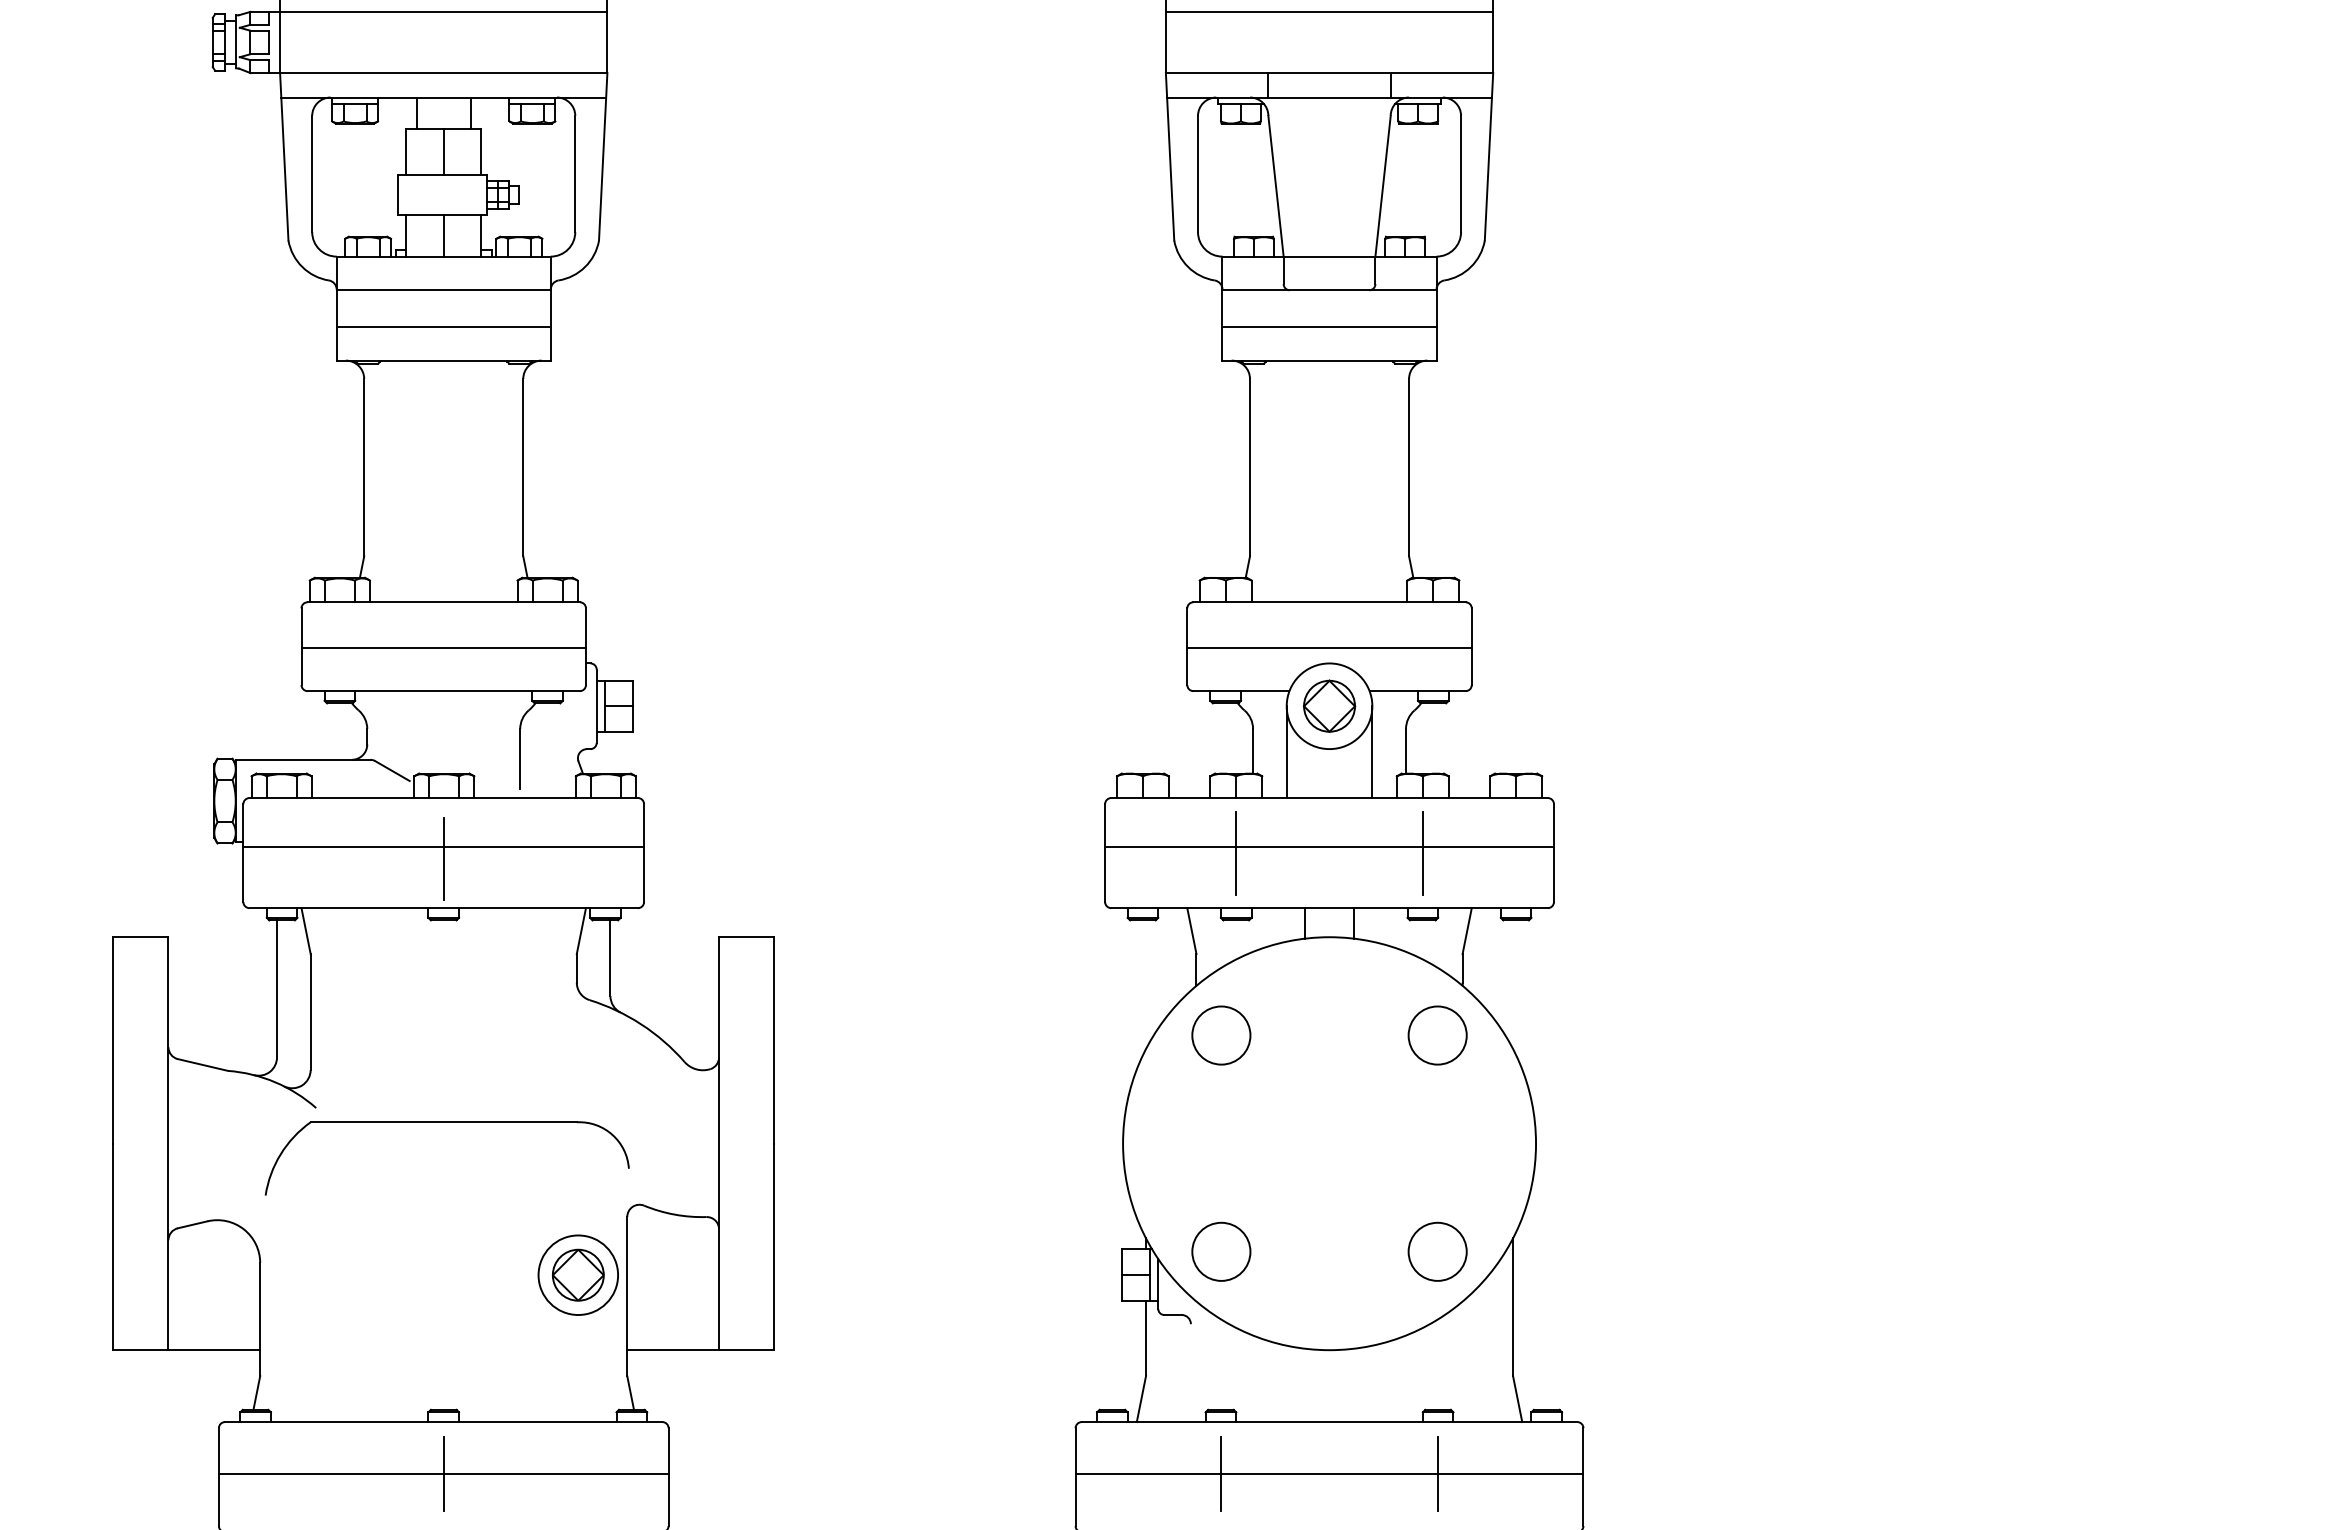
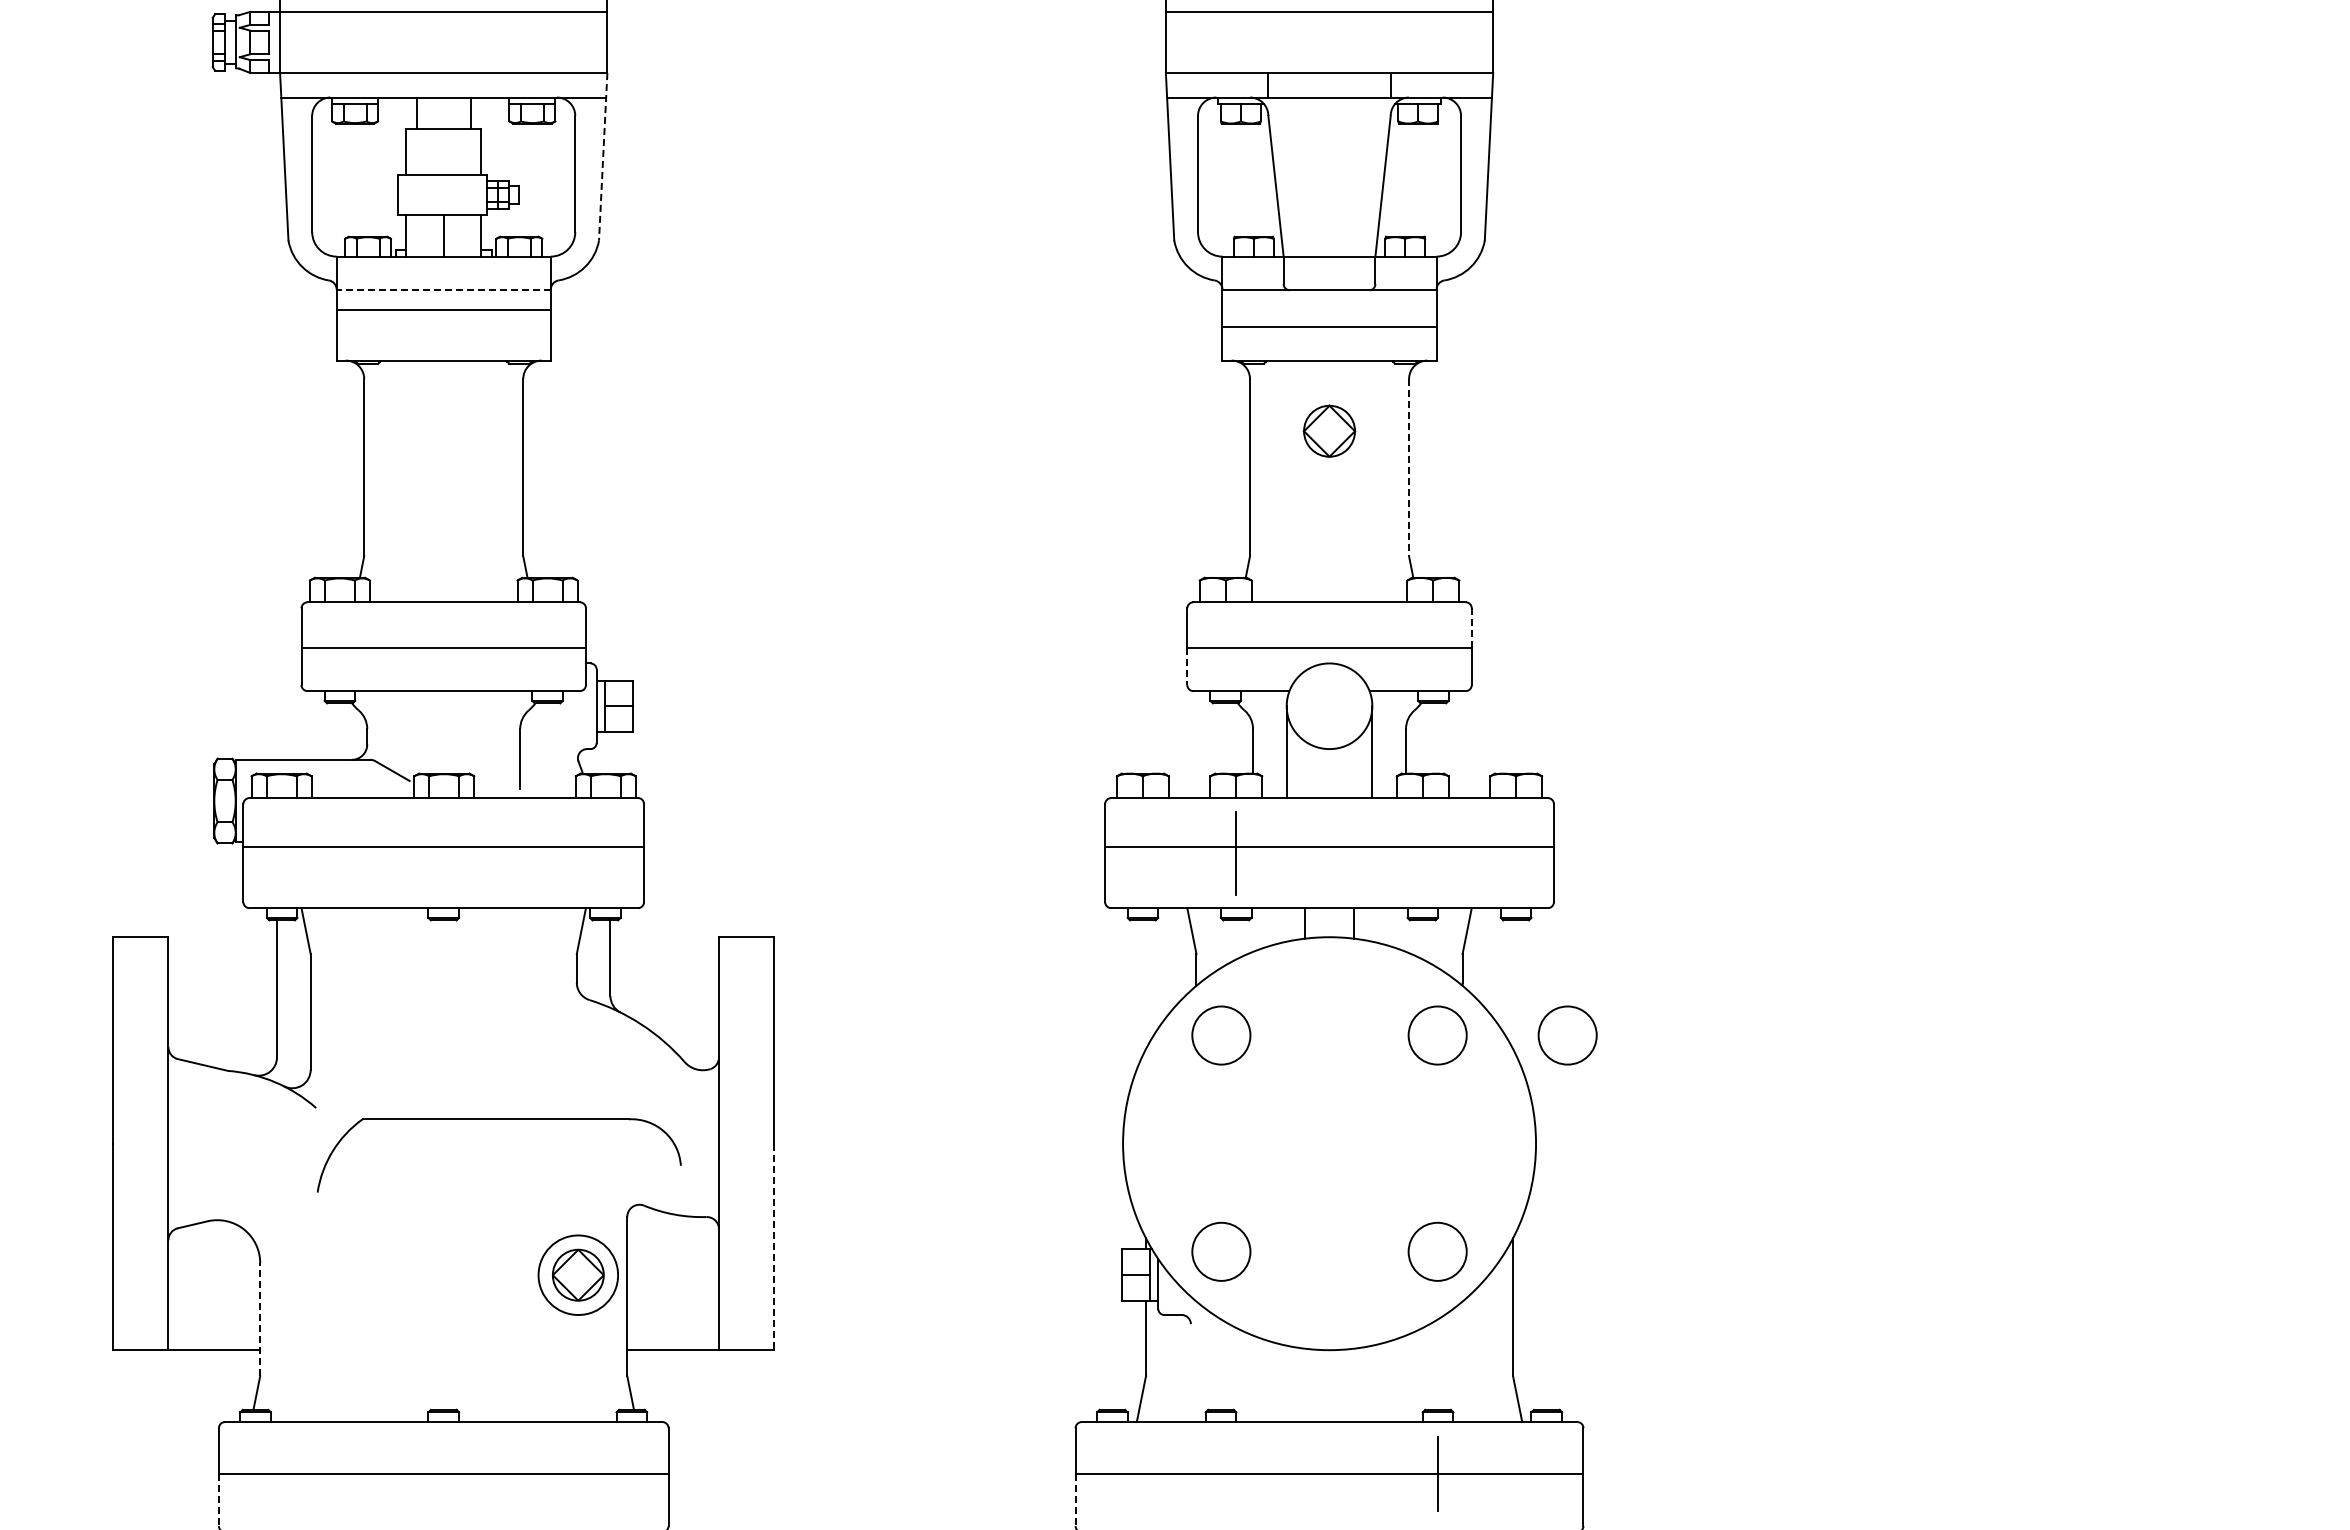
line at (443, 152): present -> none
line at (603, 156): solid -> dashed
line at (443, 290): solid -> dashed
line at (443, 326) position: (443, 326) -> (443, 309)
line at (1409, 467): solid -> dashed
line at (1471, 628): solid -> dashed
line at (1187, 667): solid -> dashed
part at (1329, 705) position: (1329, 705) -> (1329, 430)
line at (1422, 853): present -> none
line at (443, 858): present -> none
circle at (1567, 1035): none -> present
part at (446, 1122) position: (446, 1122) -> (498, 1119)
line at (774, 1247): solid -> dashed
line at (260, 1319): solid -> dashed
line at (443, 1473): present -> none
line at (1220, 1473): present -> none
line at (218, 1500): solid -> dashed
line at (1075, 1500): solid -> dashed
